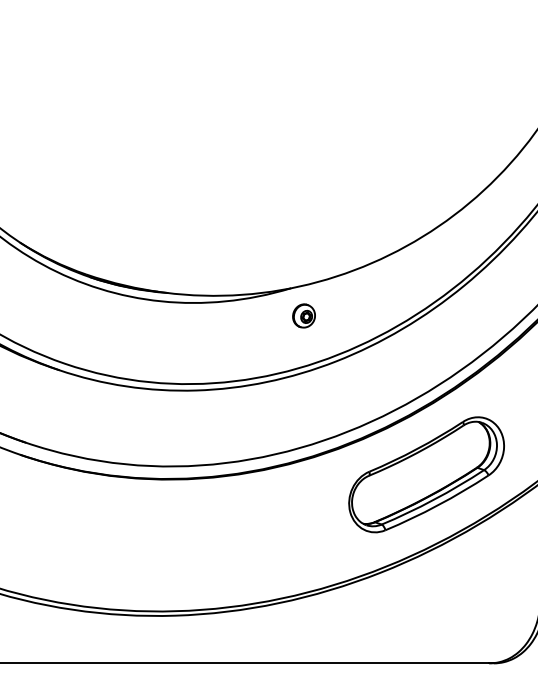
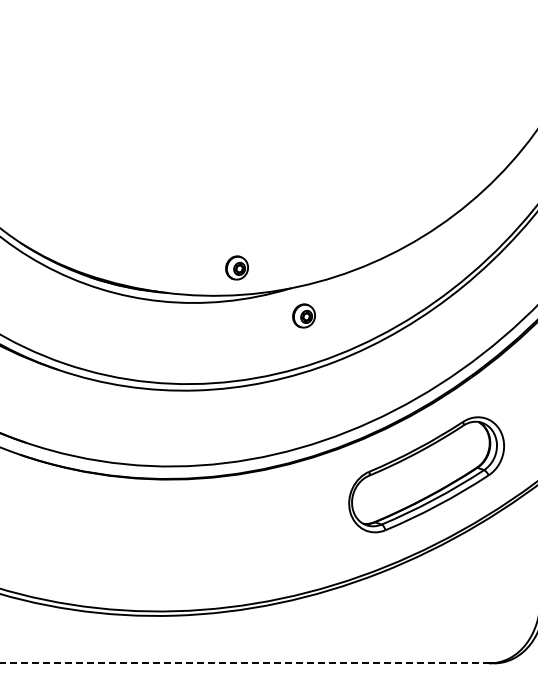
part at (236, 267): none -> present
line at (244, 663): solid -> dashed
